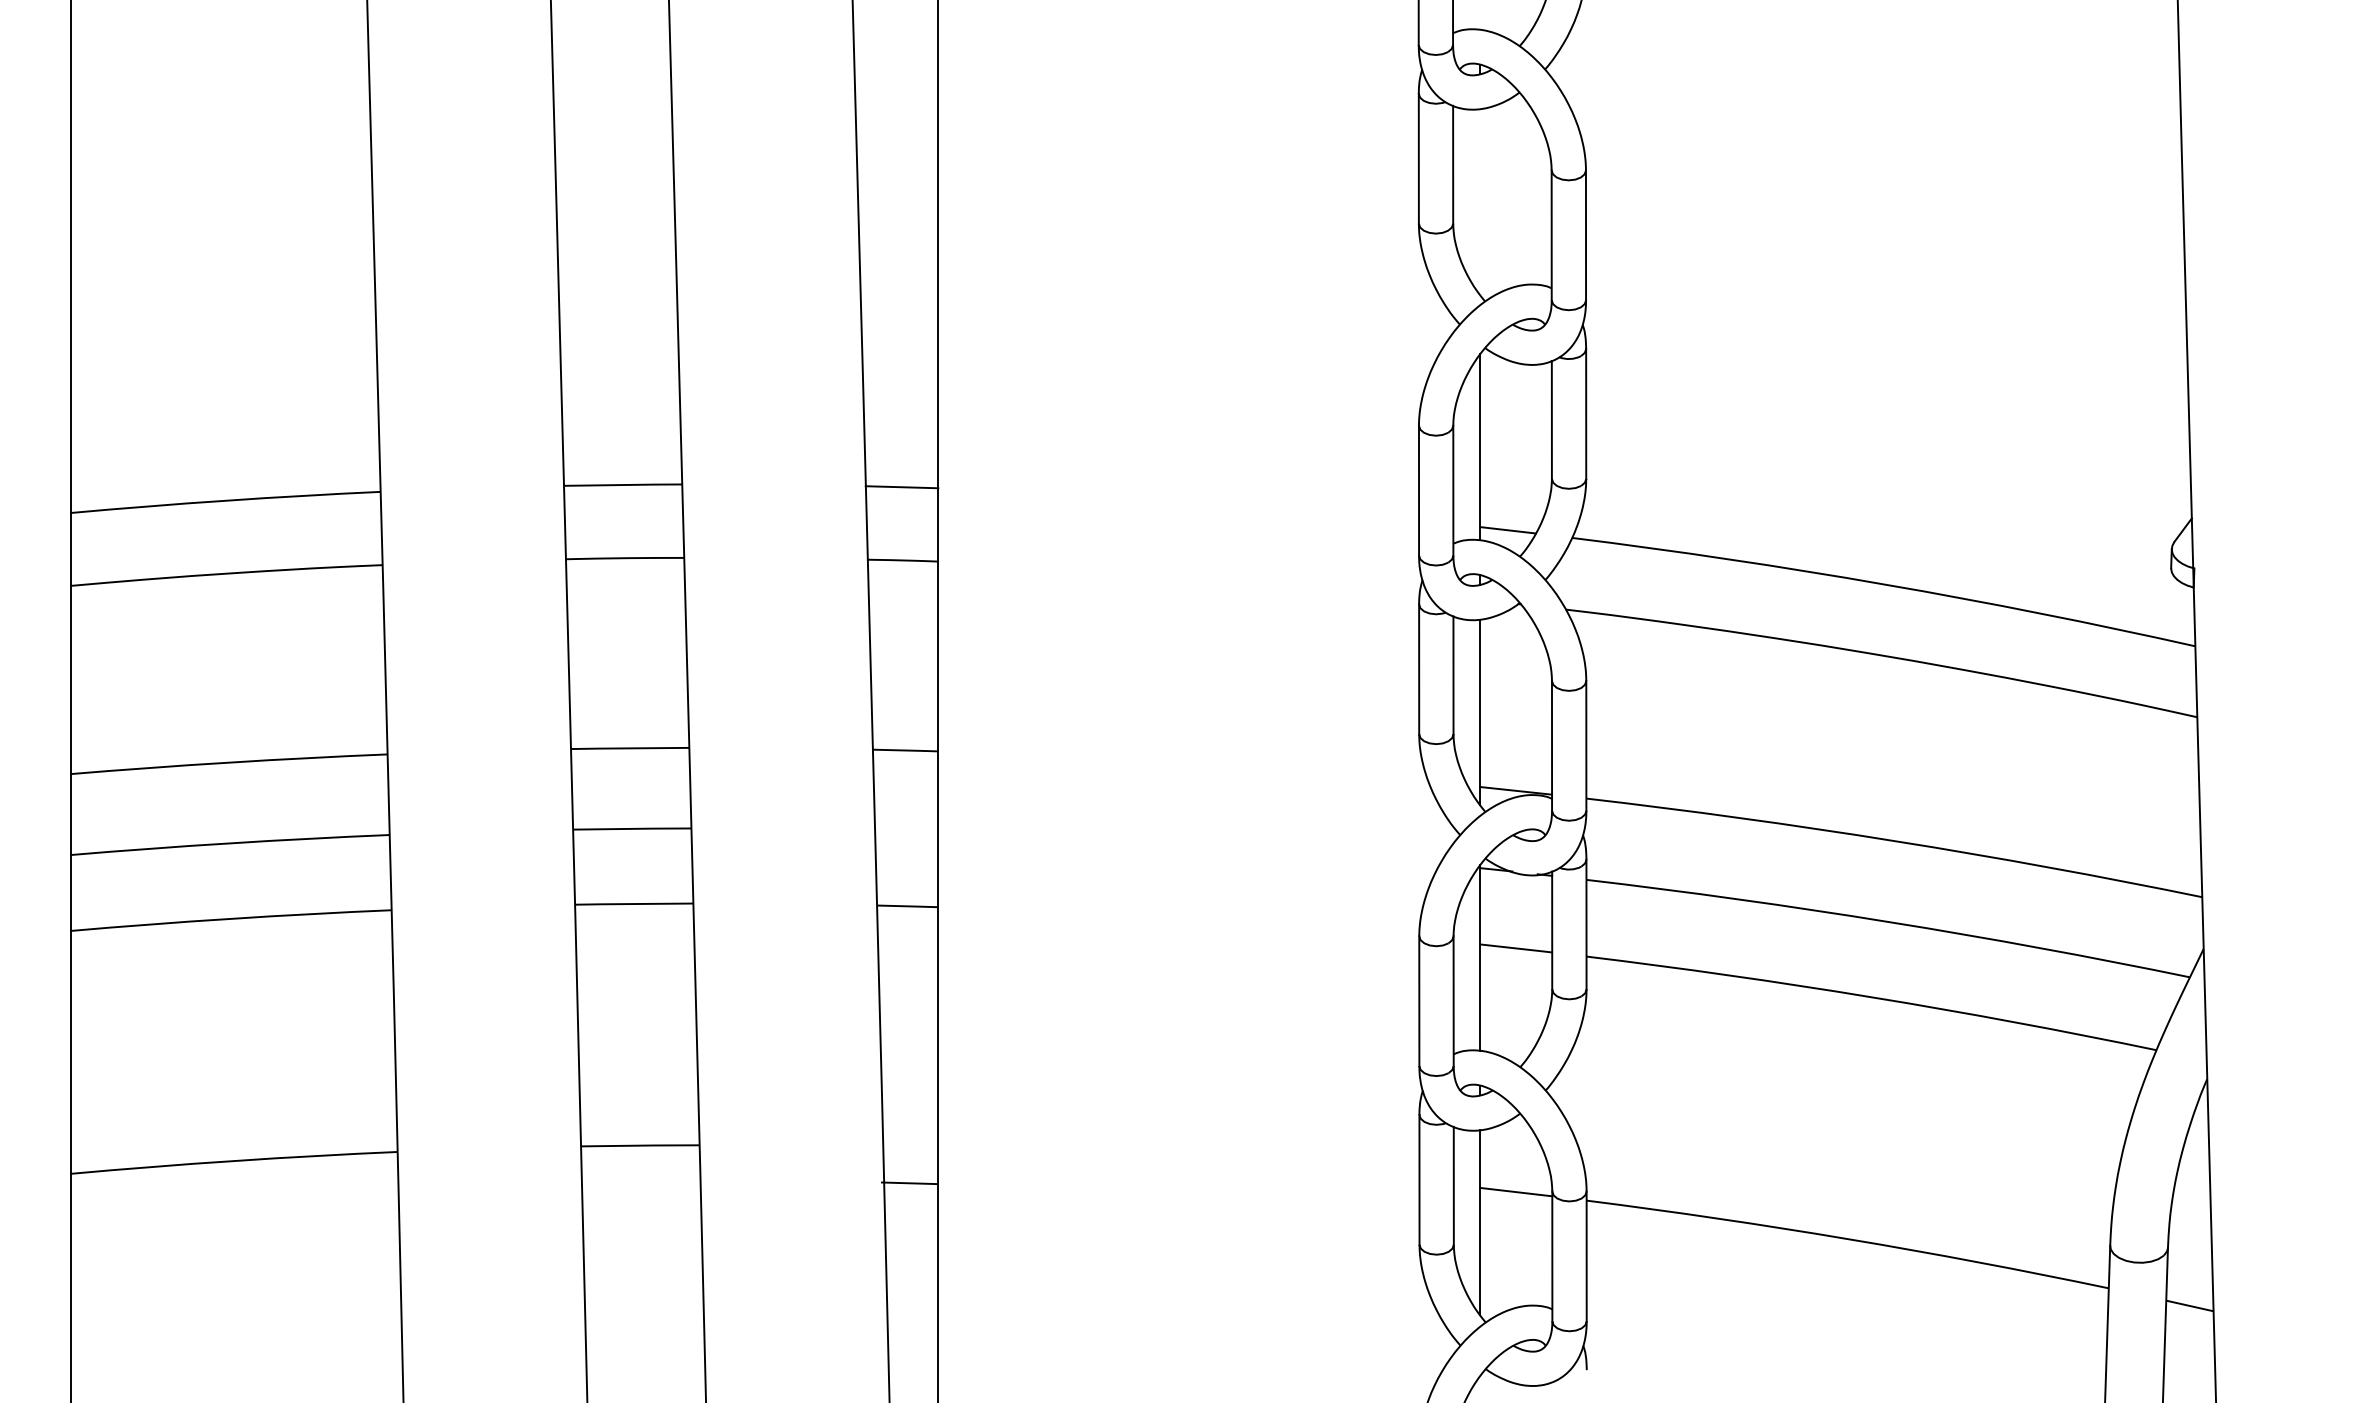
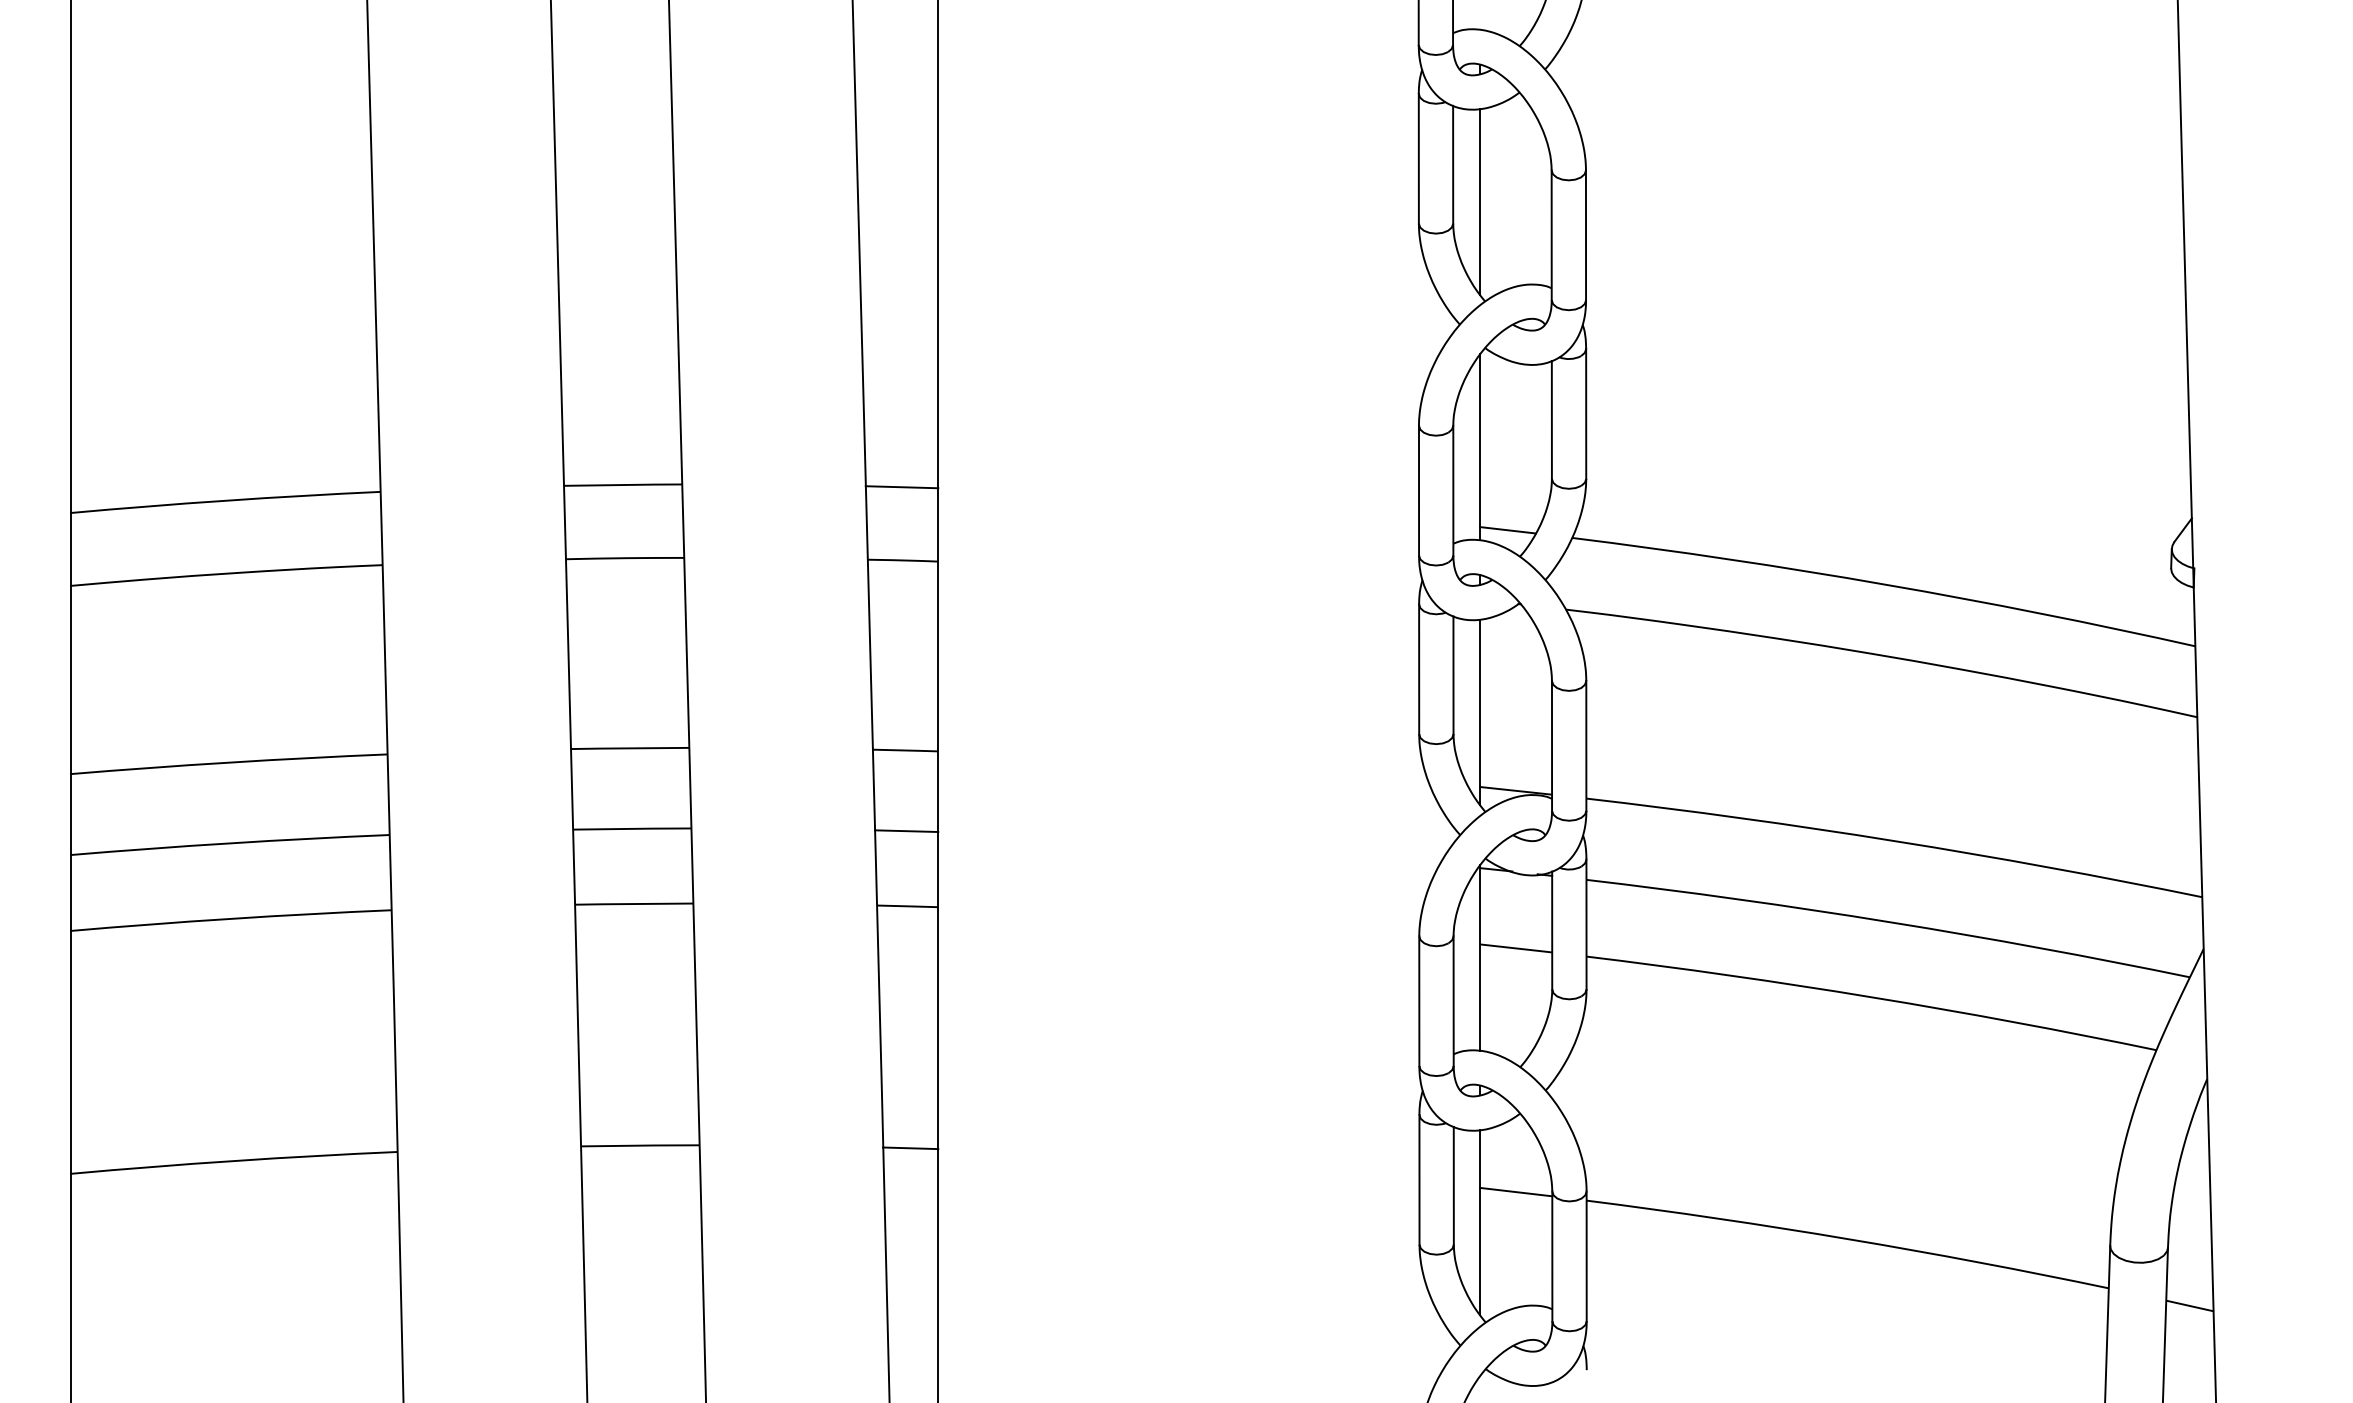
line at (1480, 202): none -> present
line at (906, 831): none -> present
line at (909, 1183) position: (909, 1183) -> (910, 1148)
